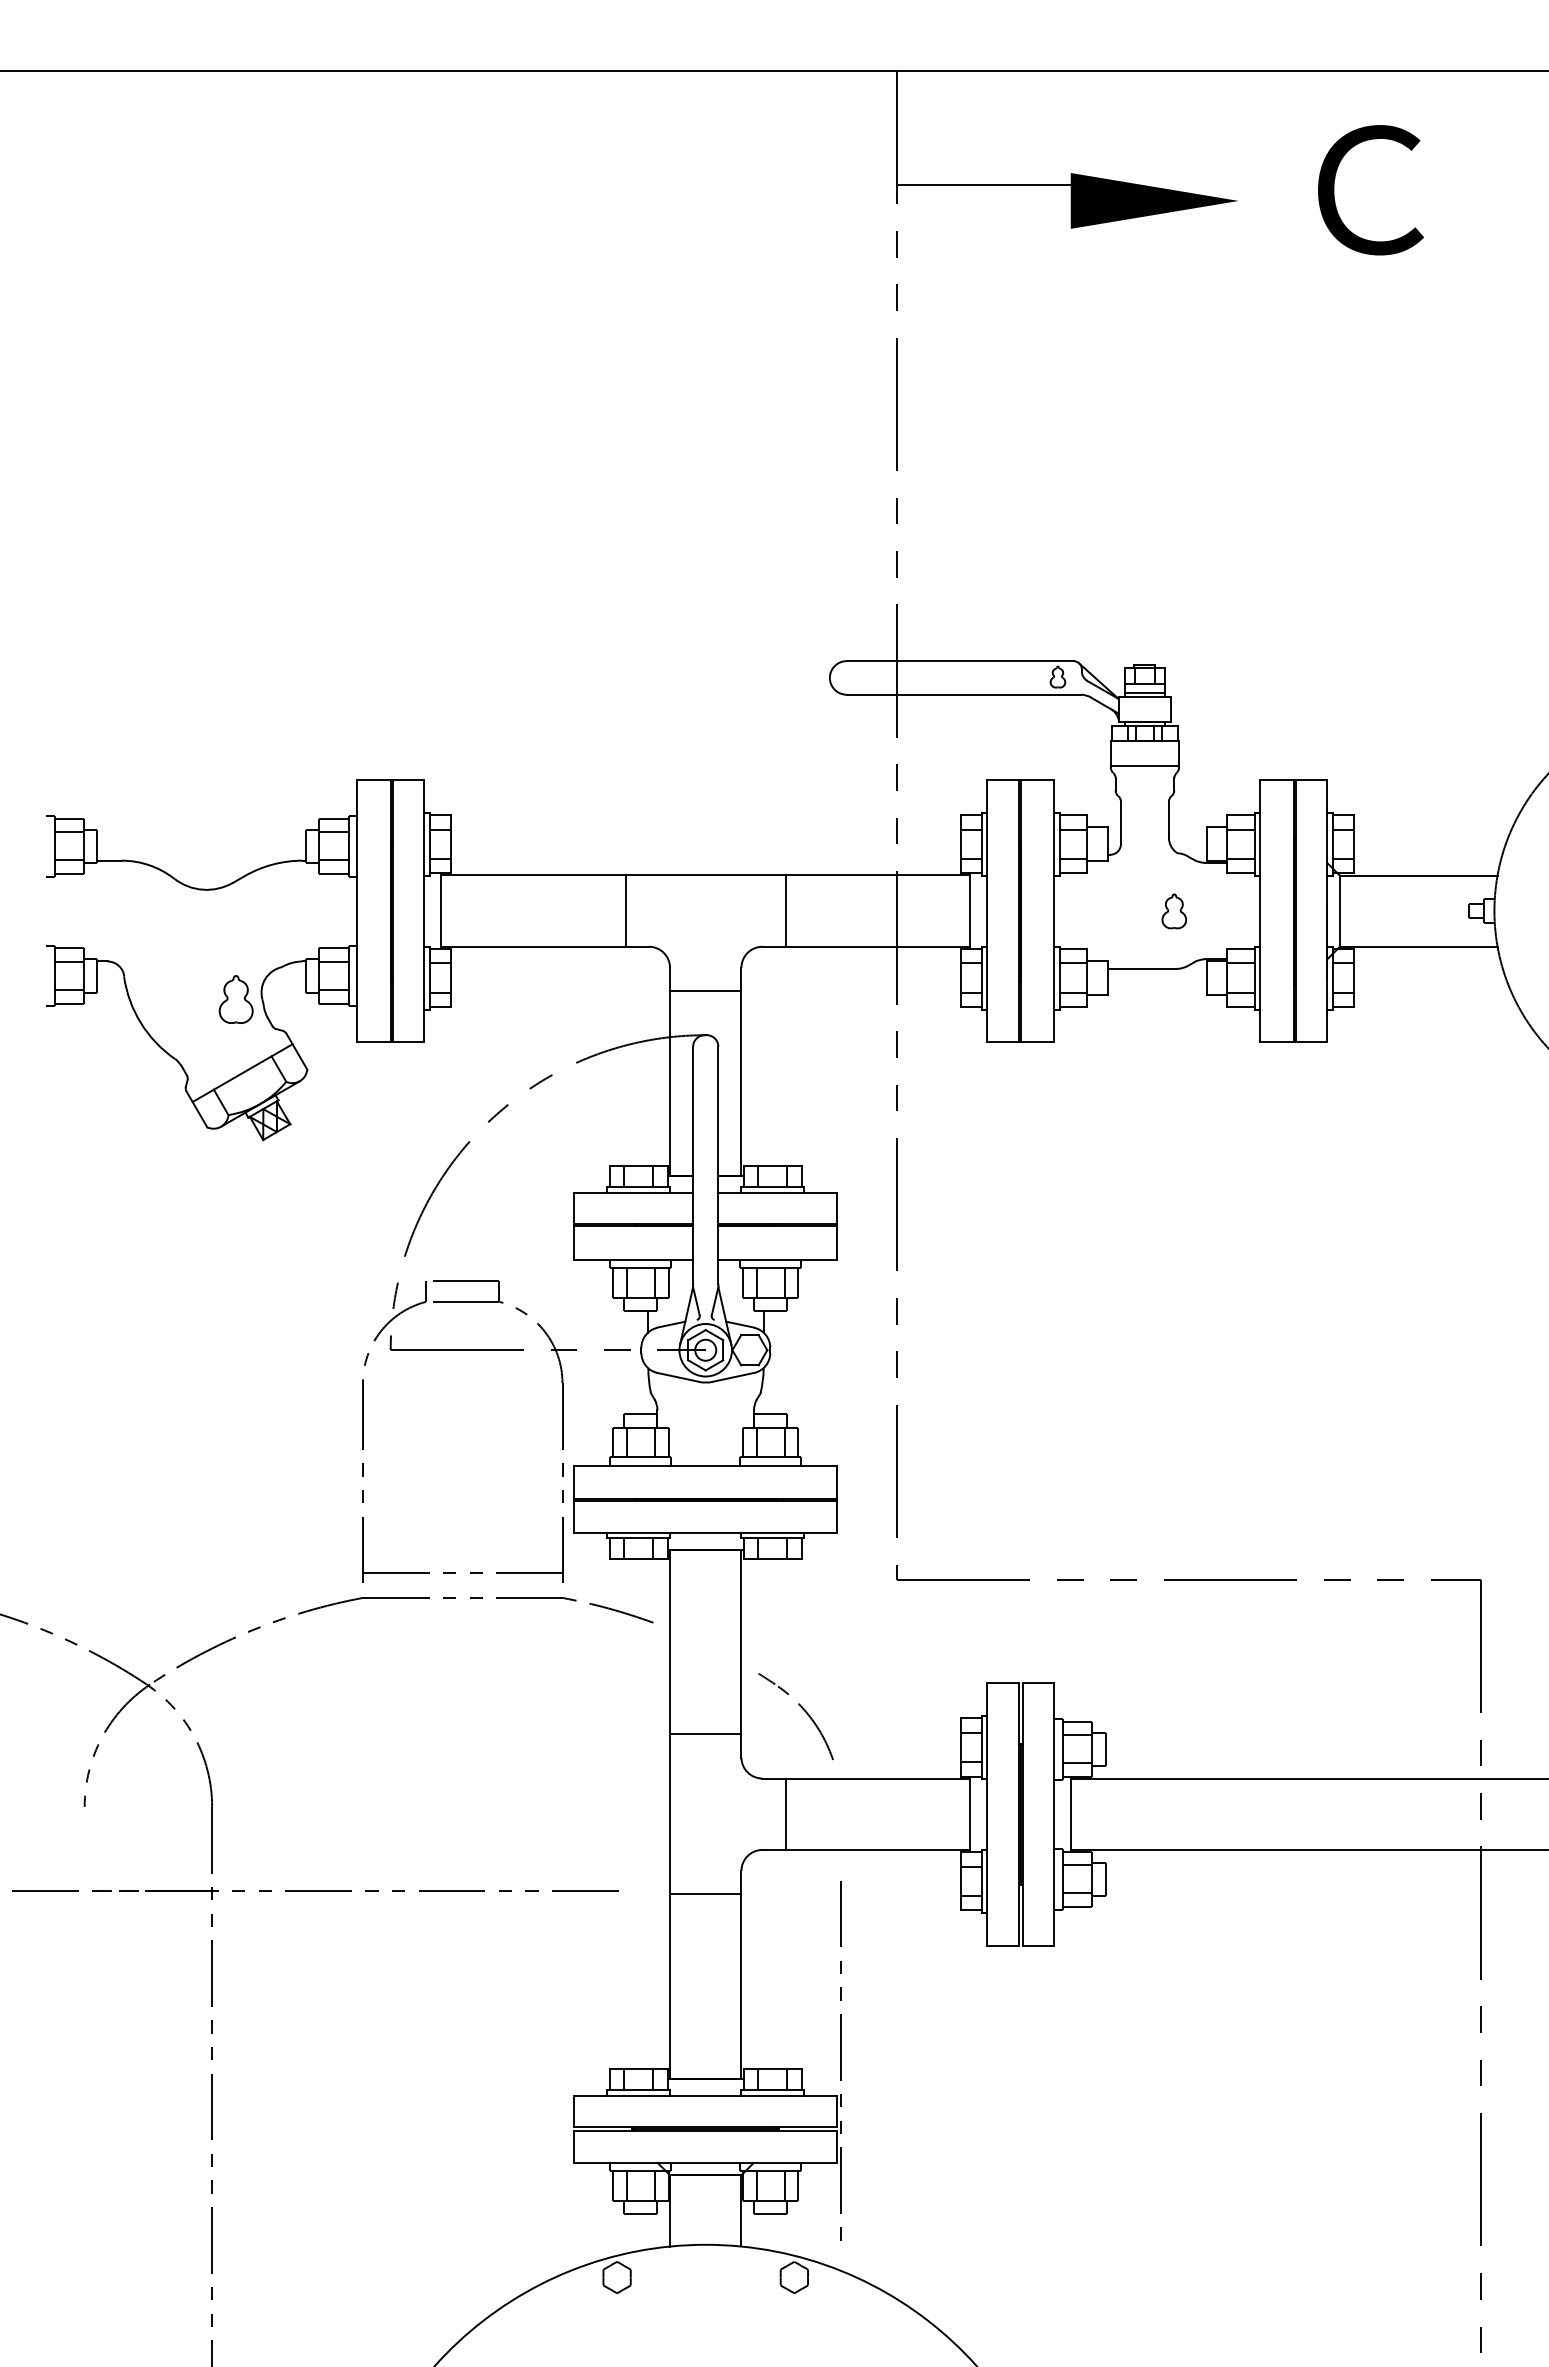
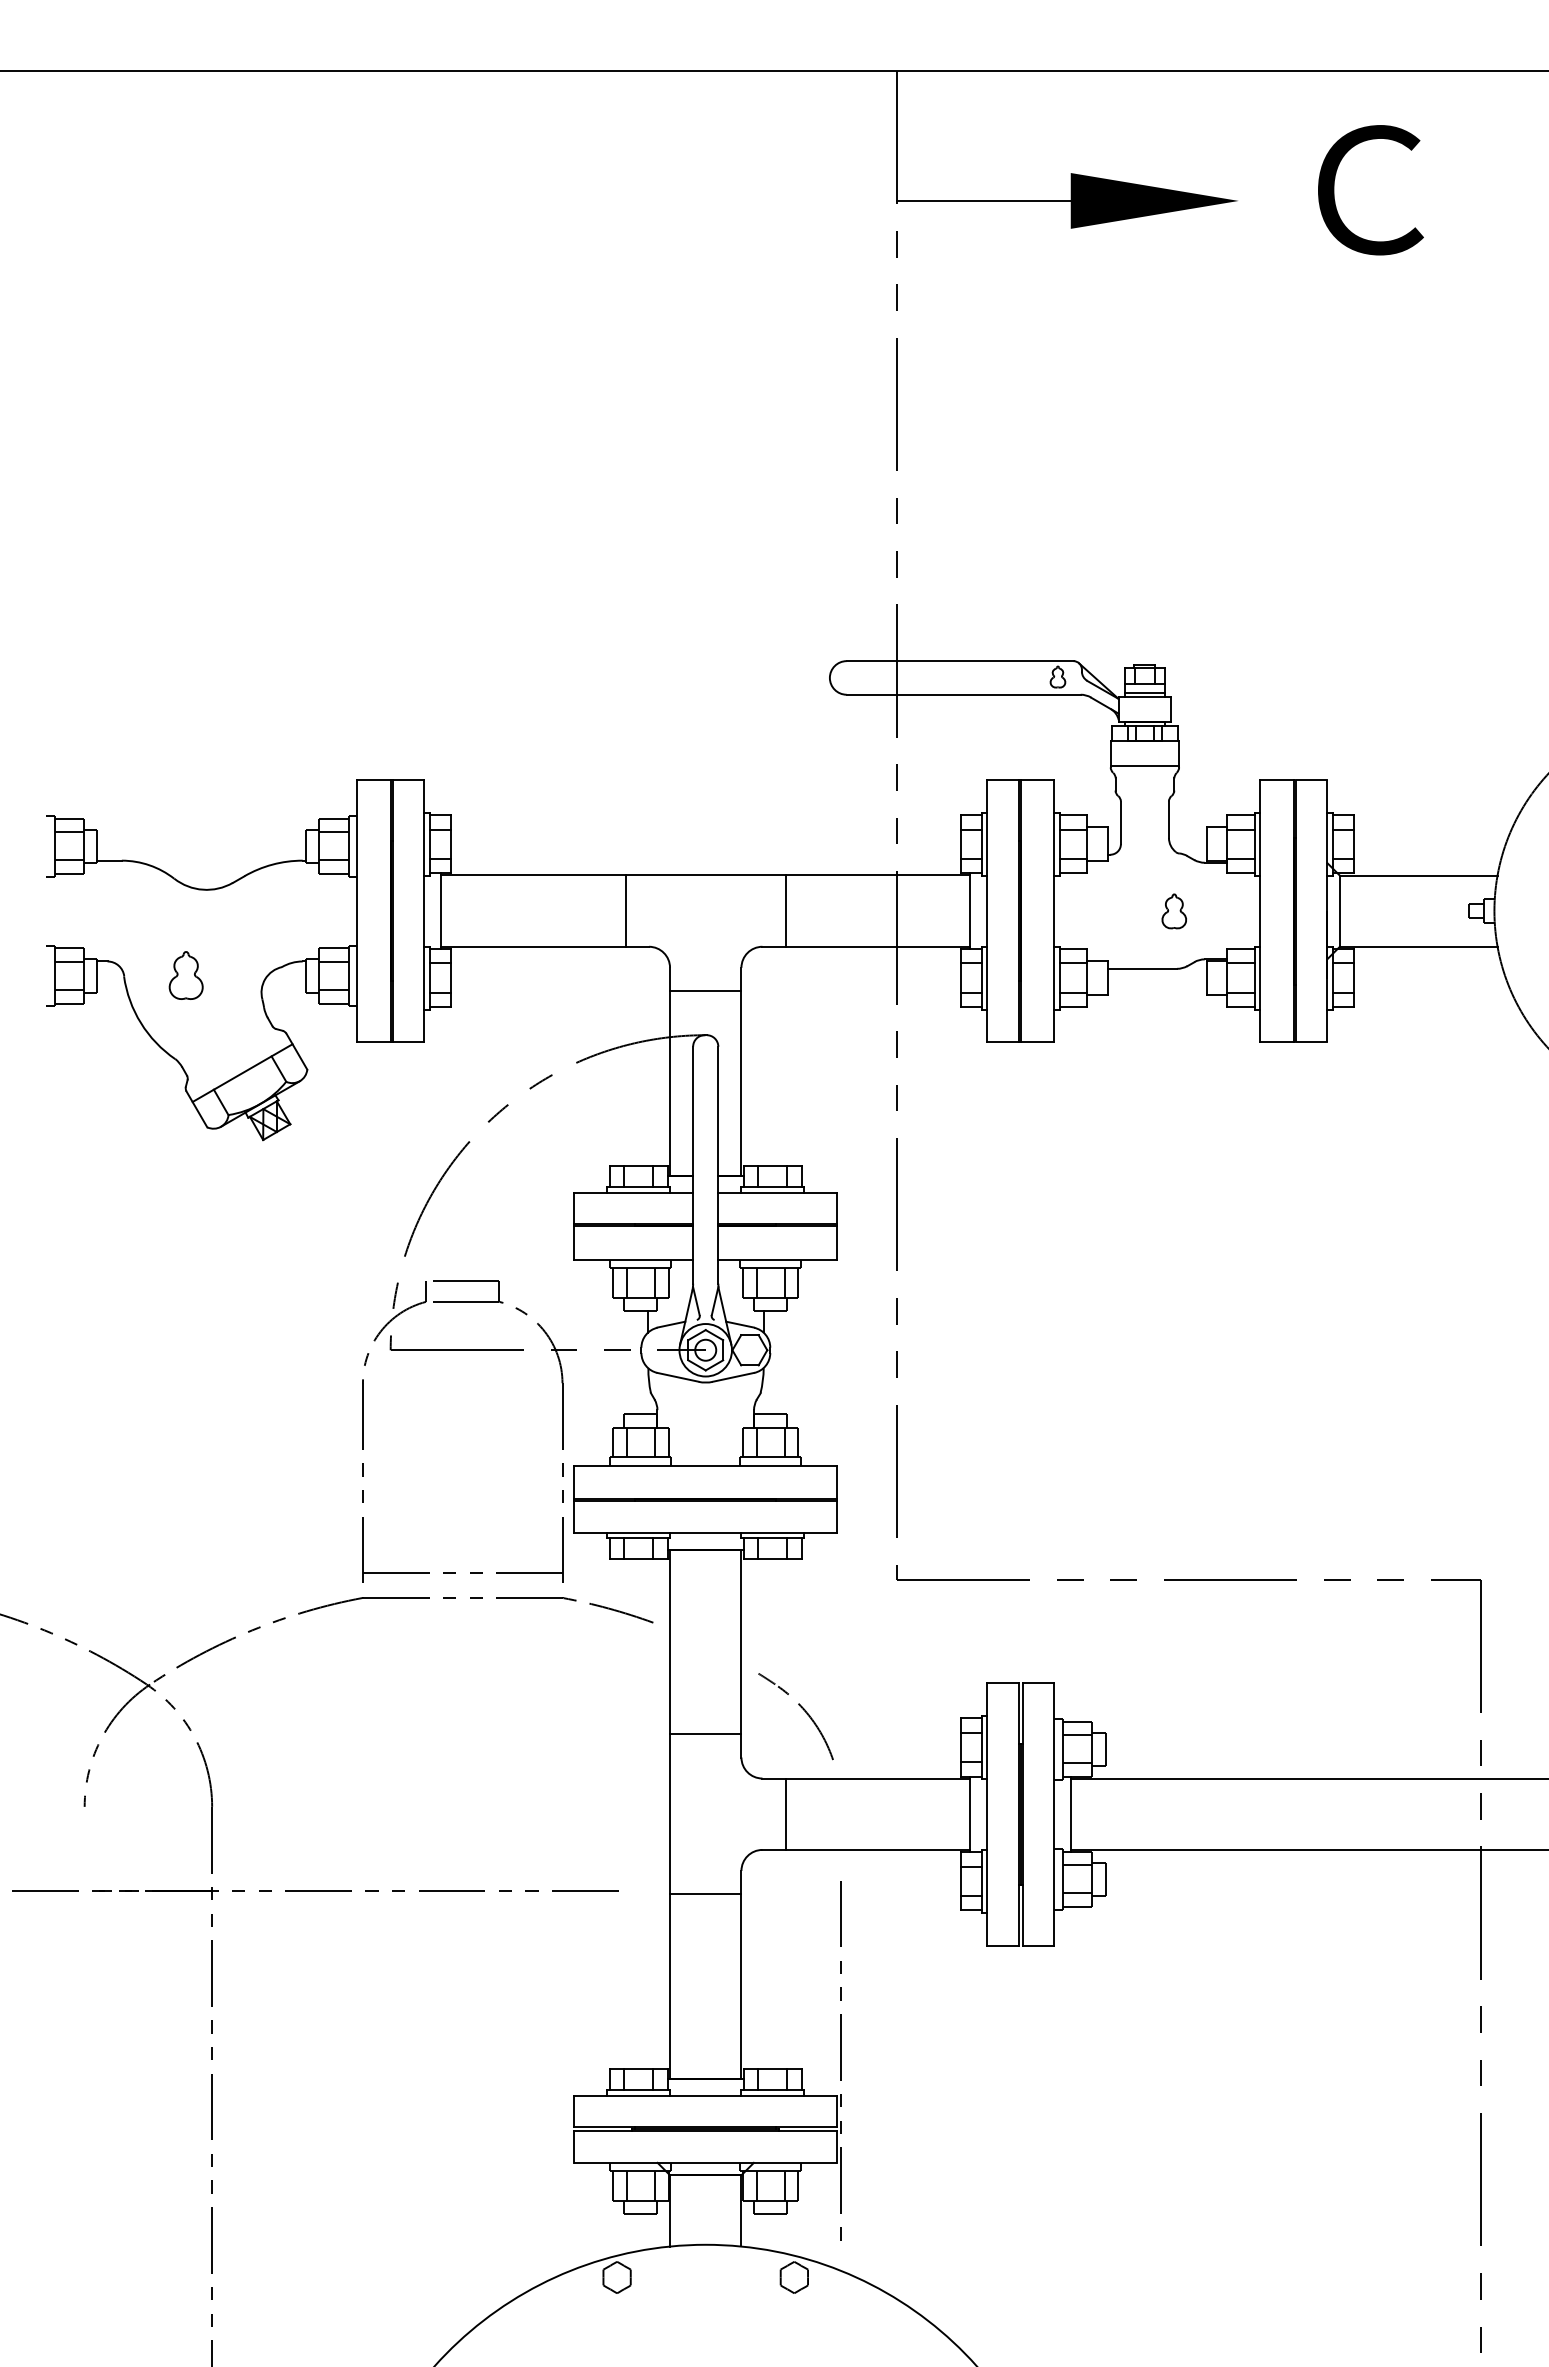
line at (983, 184) position: (983, 184) -> (983, 200)
part at (235, 999) position: (235, 999) -> (185, 975)
